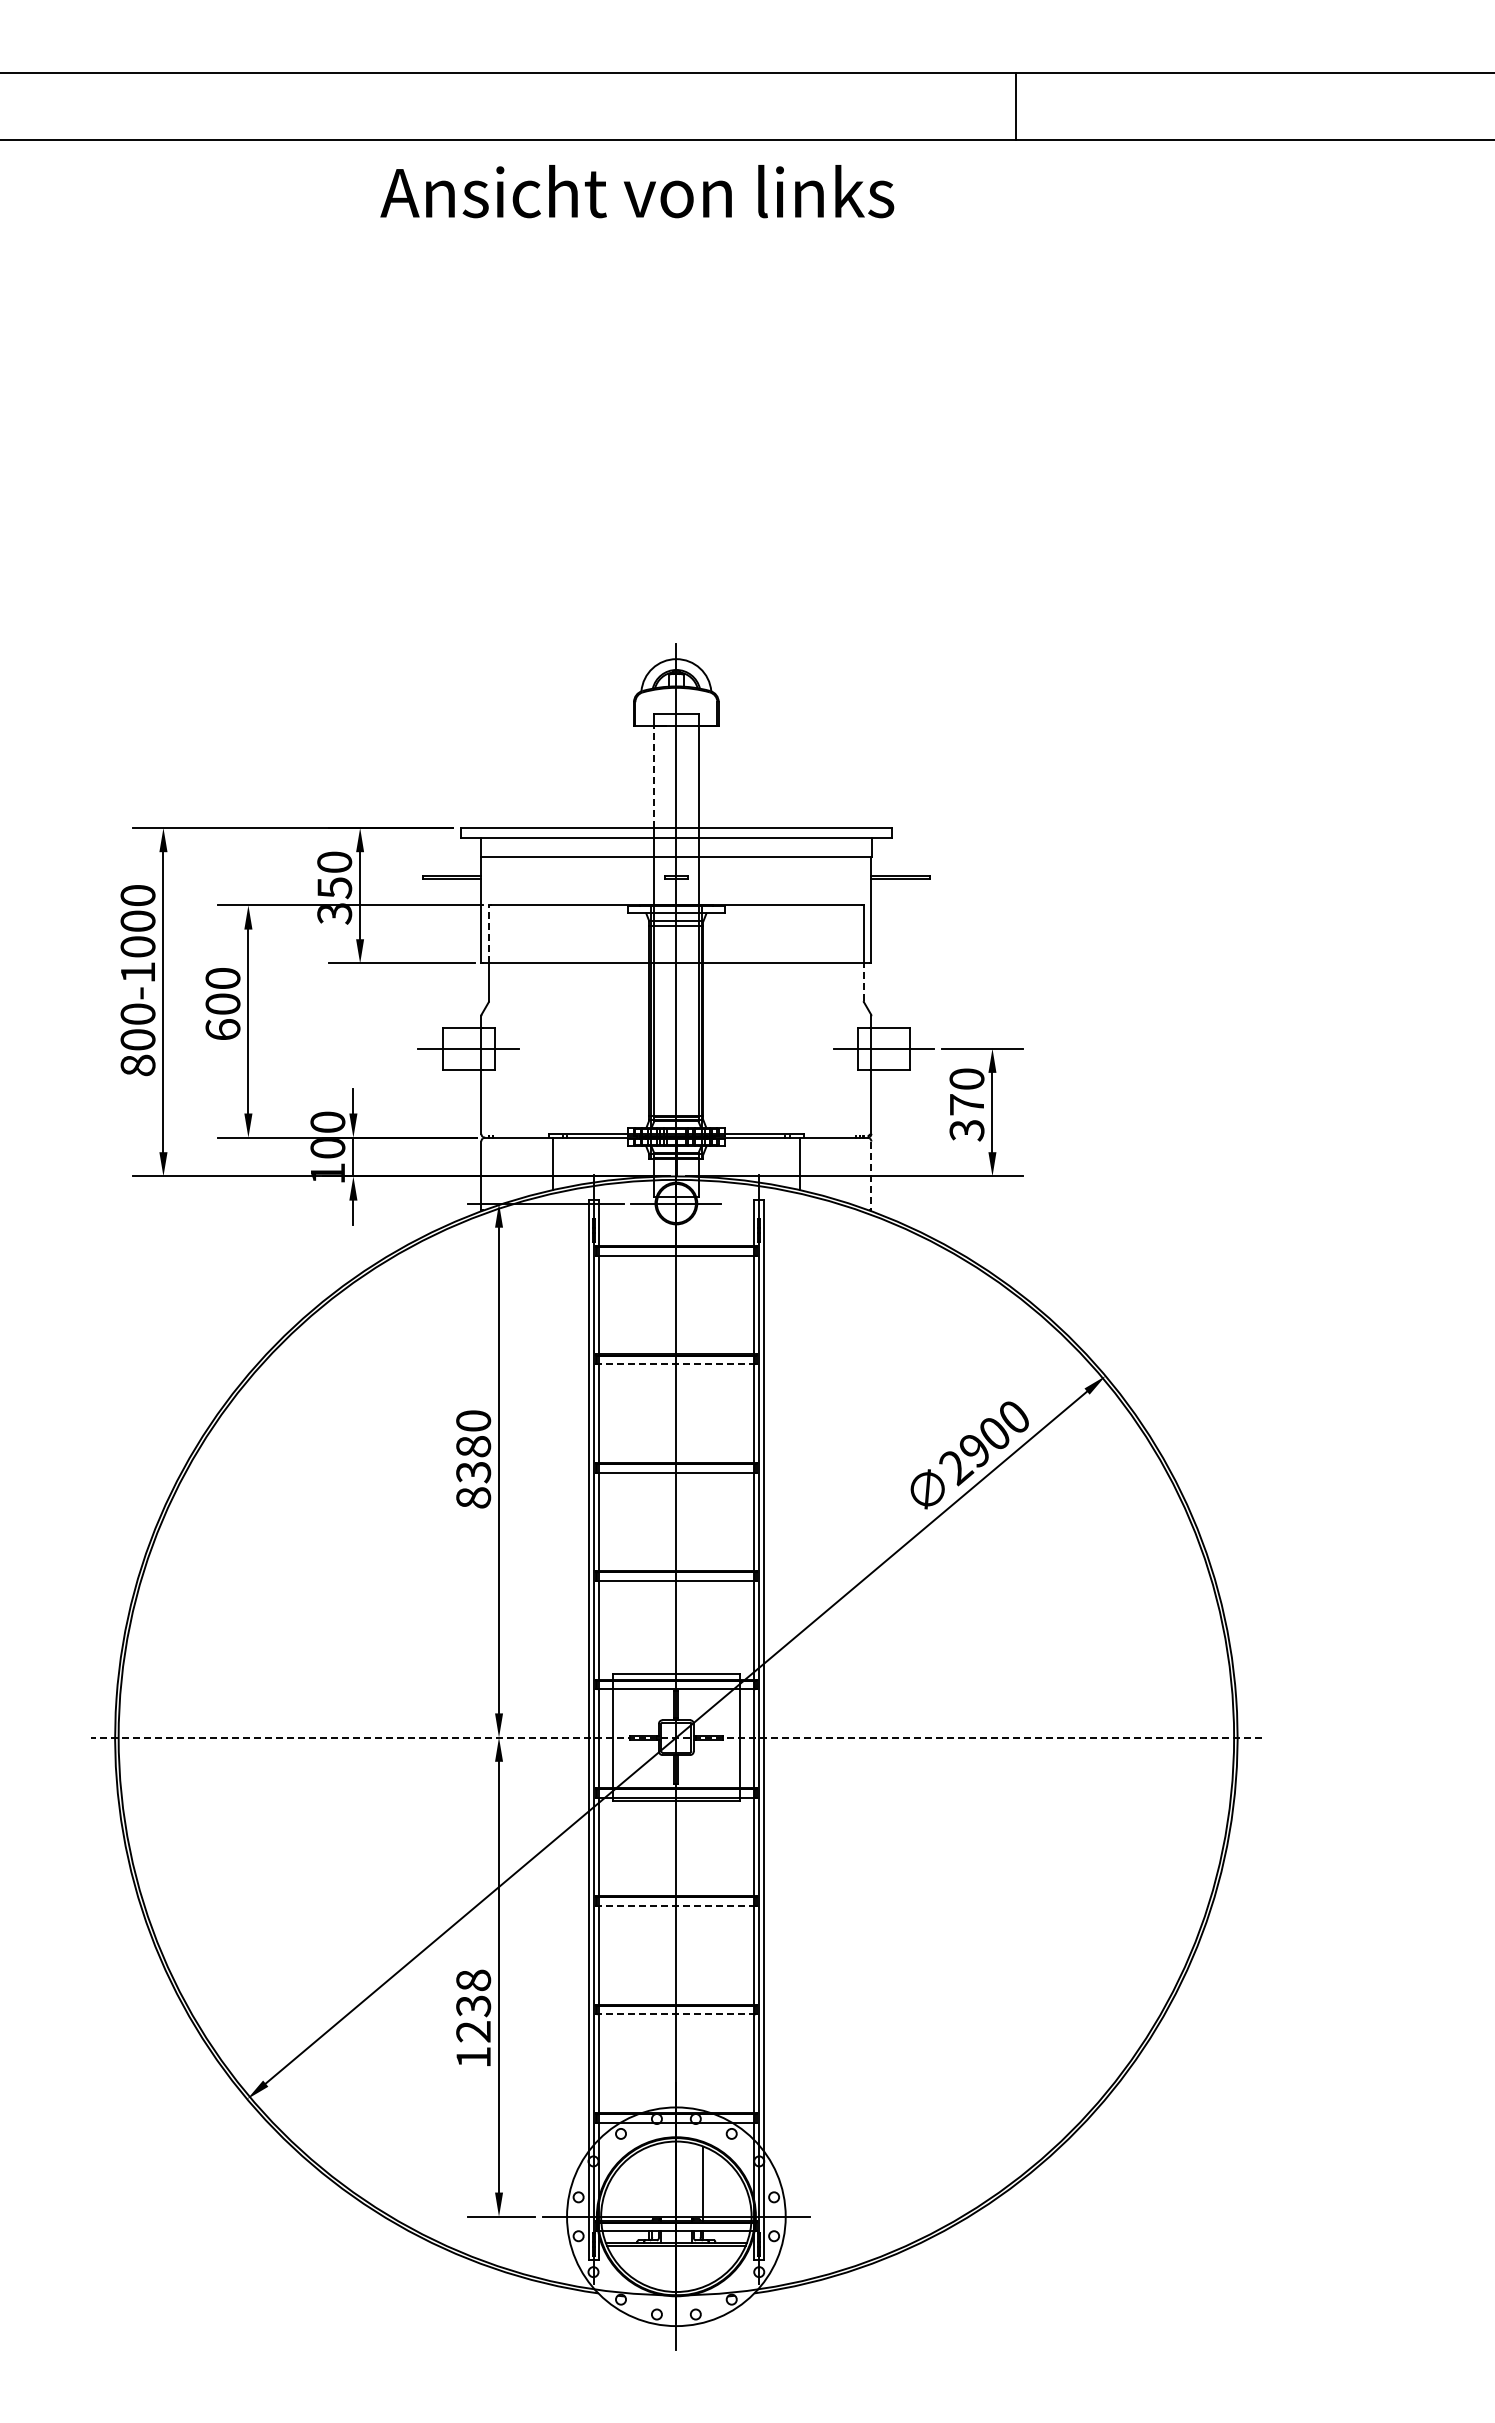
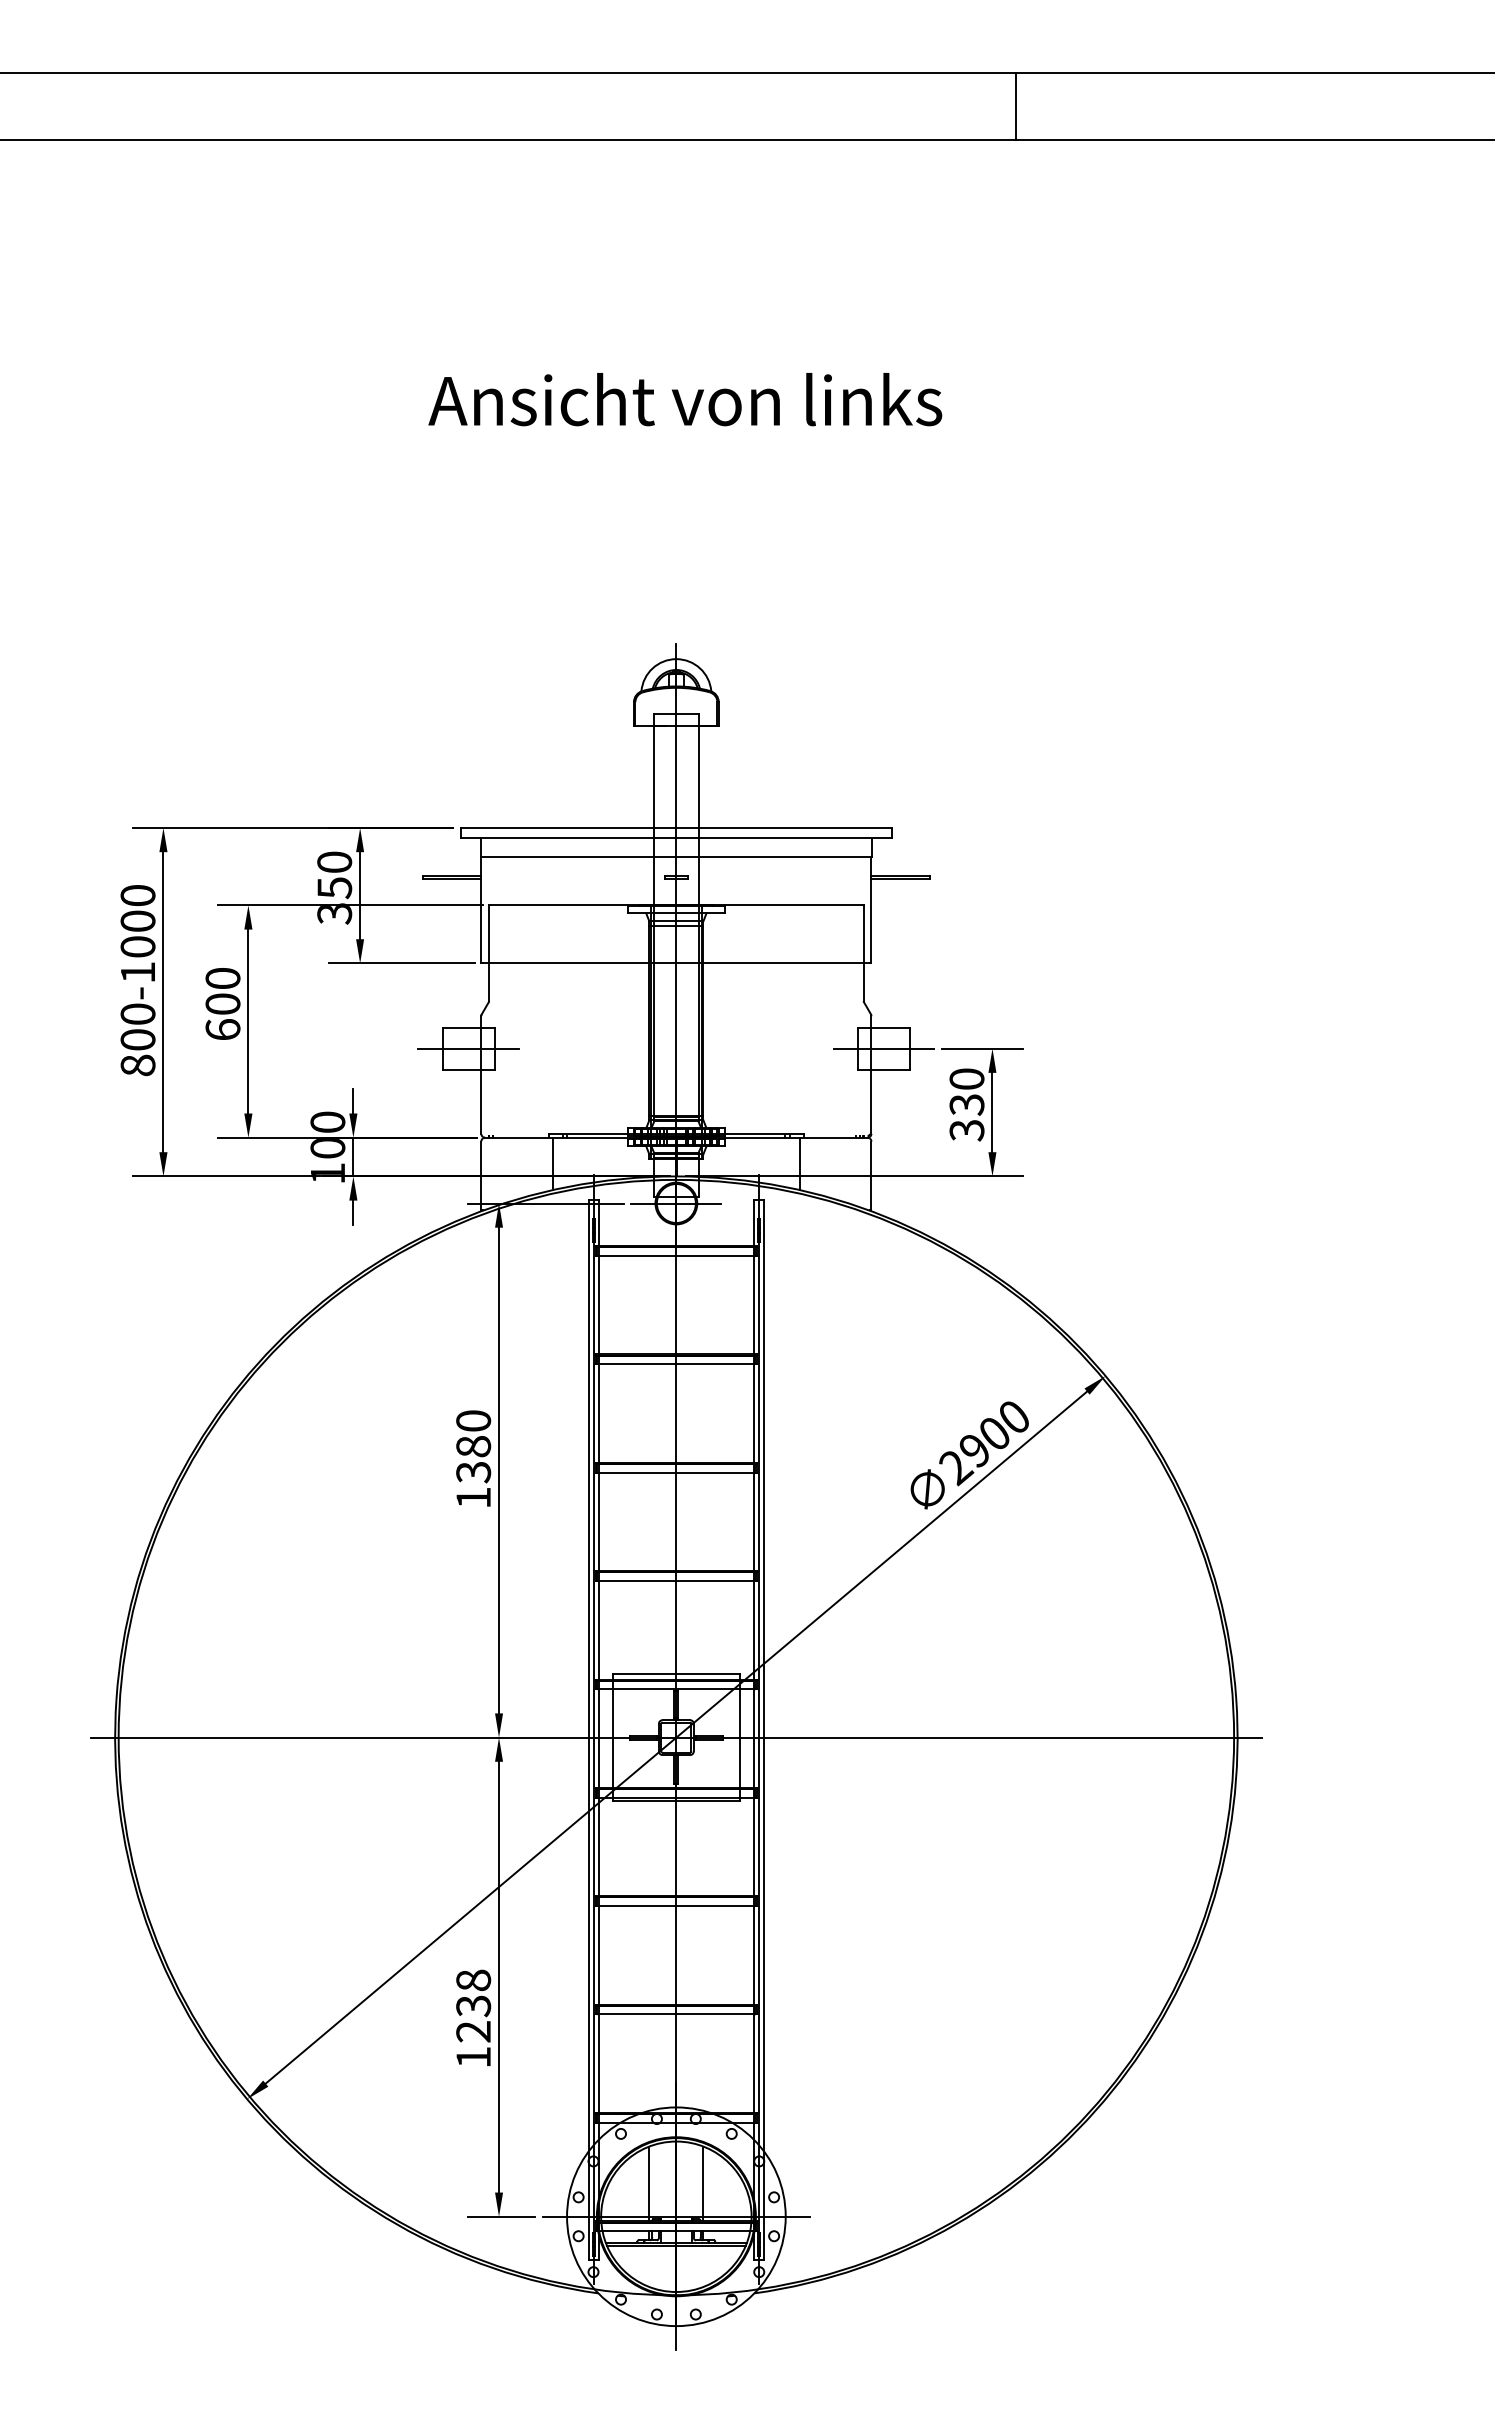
text at (637, 191) position: (637, 191) -> (685, 399)
line at (654, 776): dashed -> solid
line at (489, 933): dashed -> solid
line at (863, 982): dashed -> solid
text at (966, 1104): 370 -> 330
line at (871, 1176): dashed -> solid
line at (676, 1364): dashed -> solid
text at (473, 1497): 8380 -> 1380
line at (675, 1737): dashed -> solid
line at (676, 1905): dashed -> solid
line at (676, 2014): dashed -> solid
line at (649, 2183): none -> present
